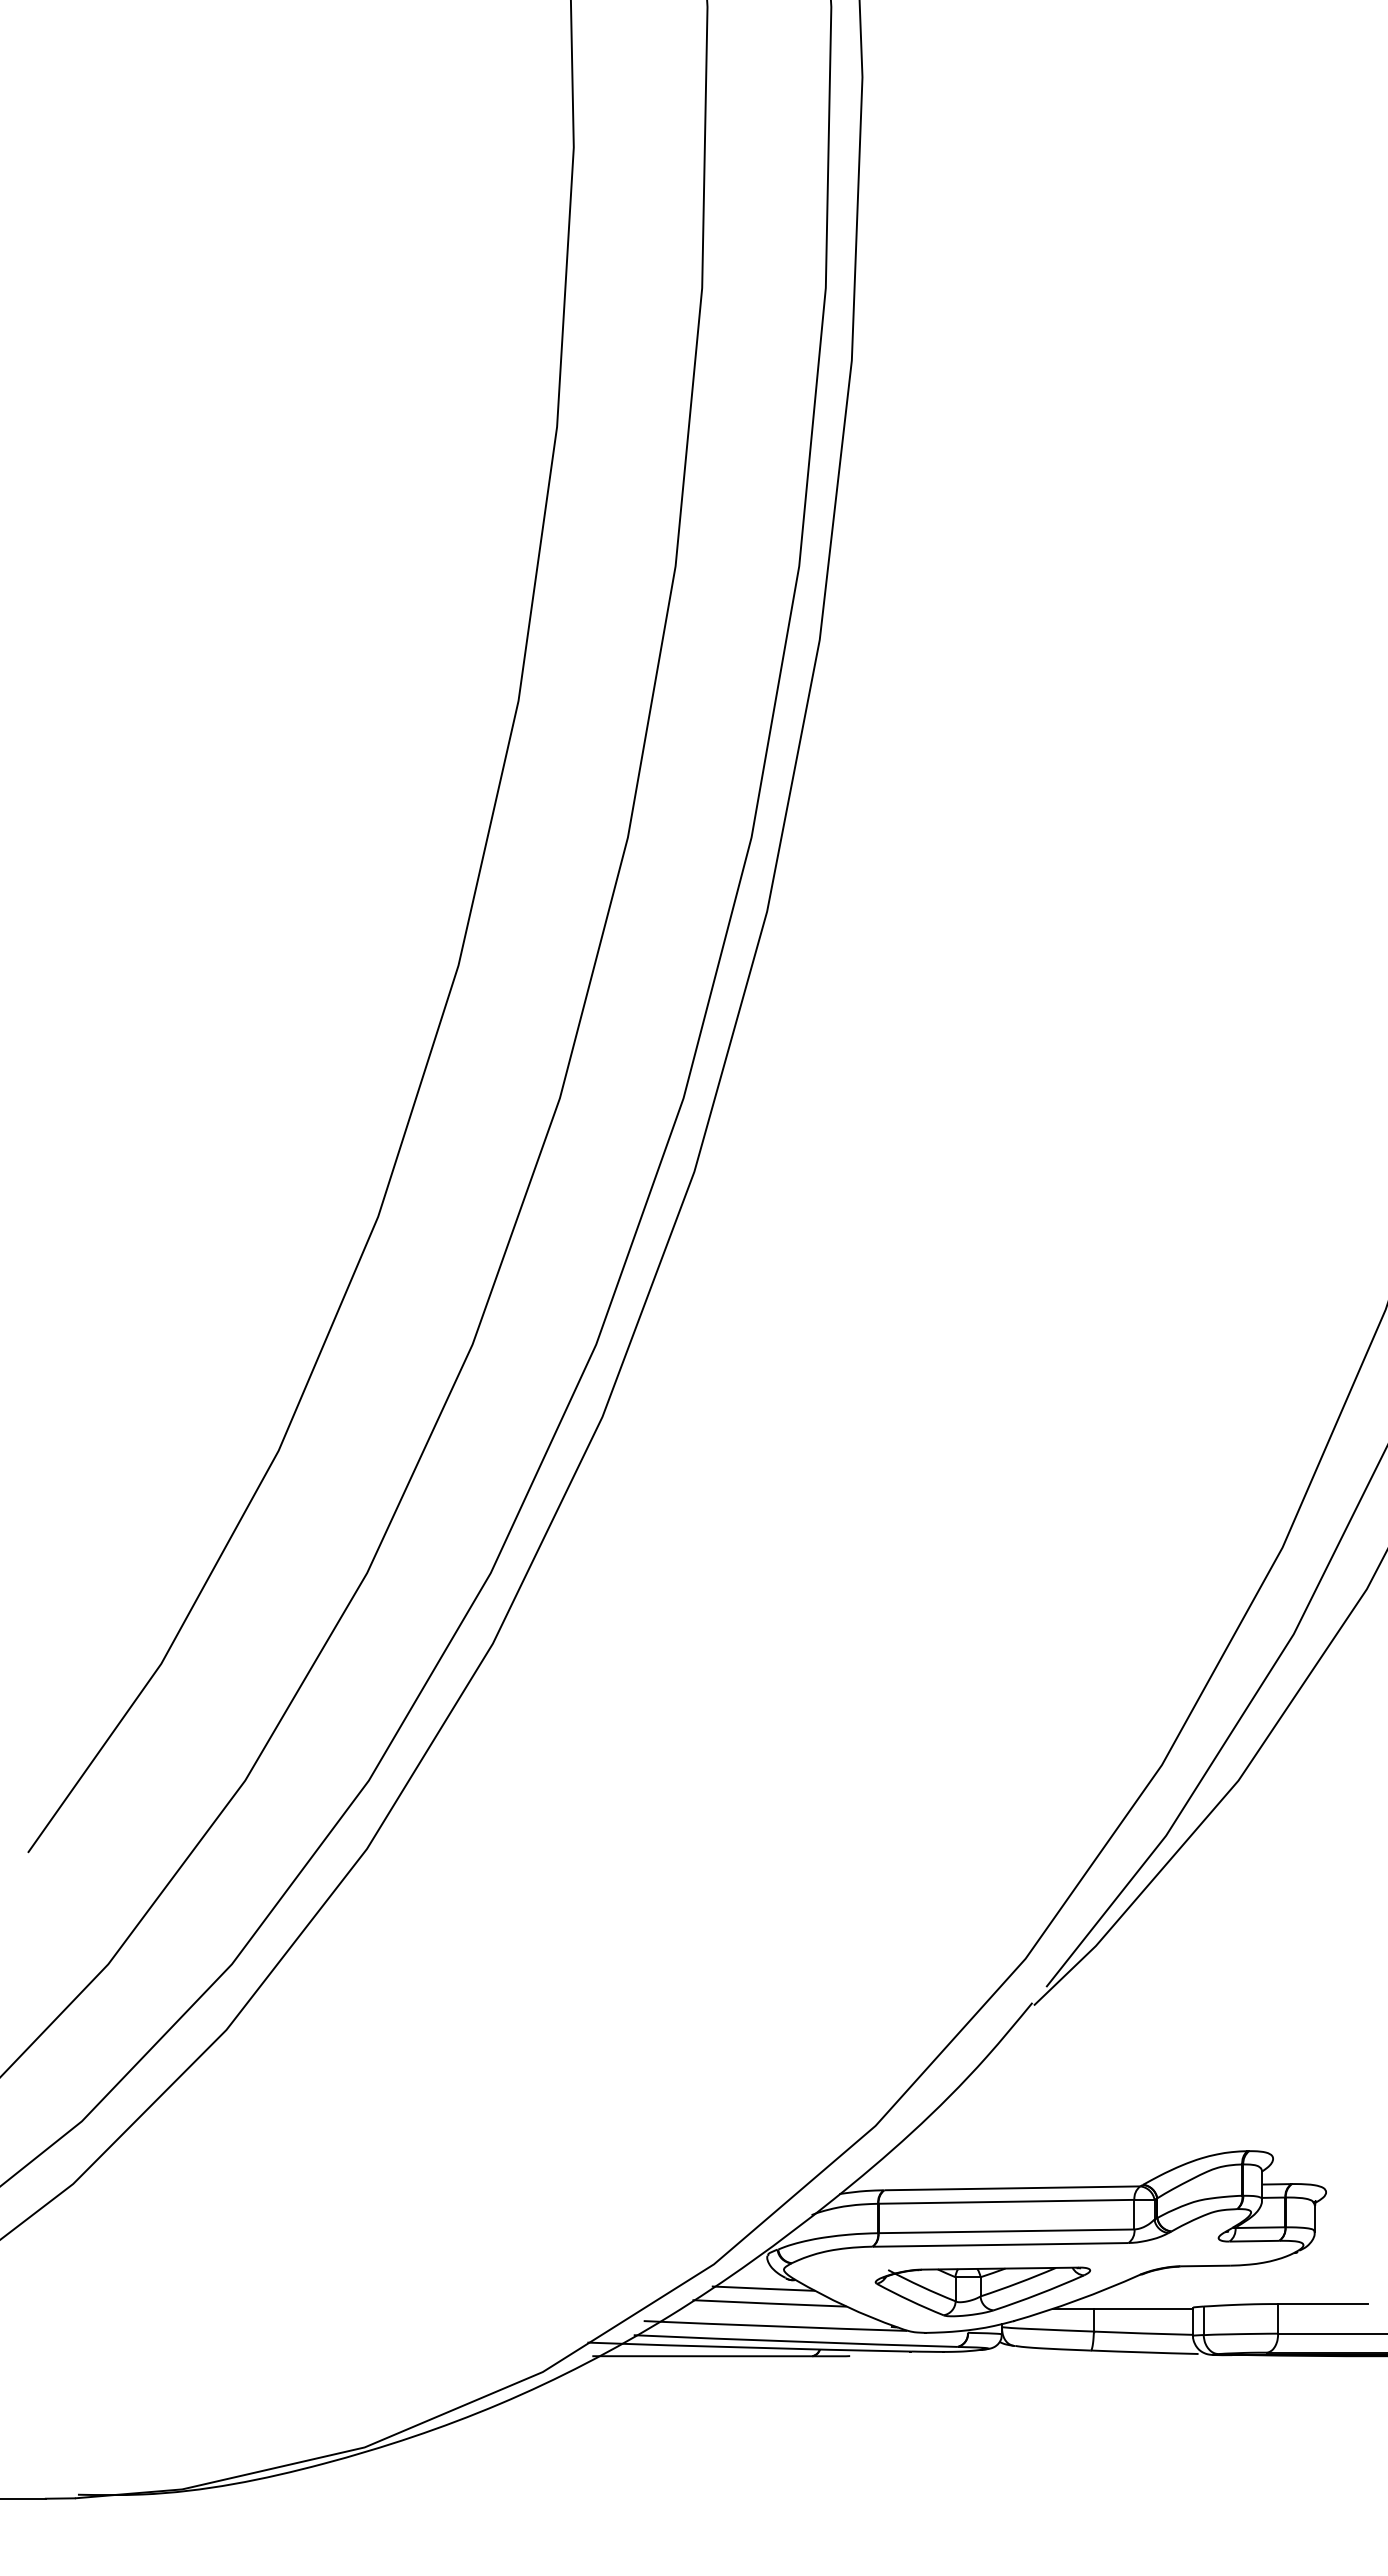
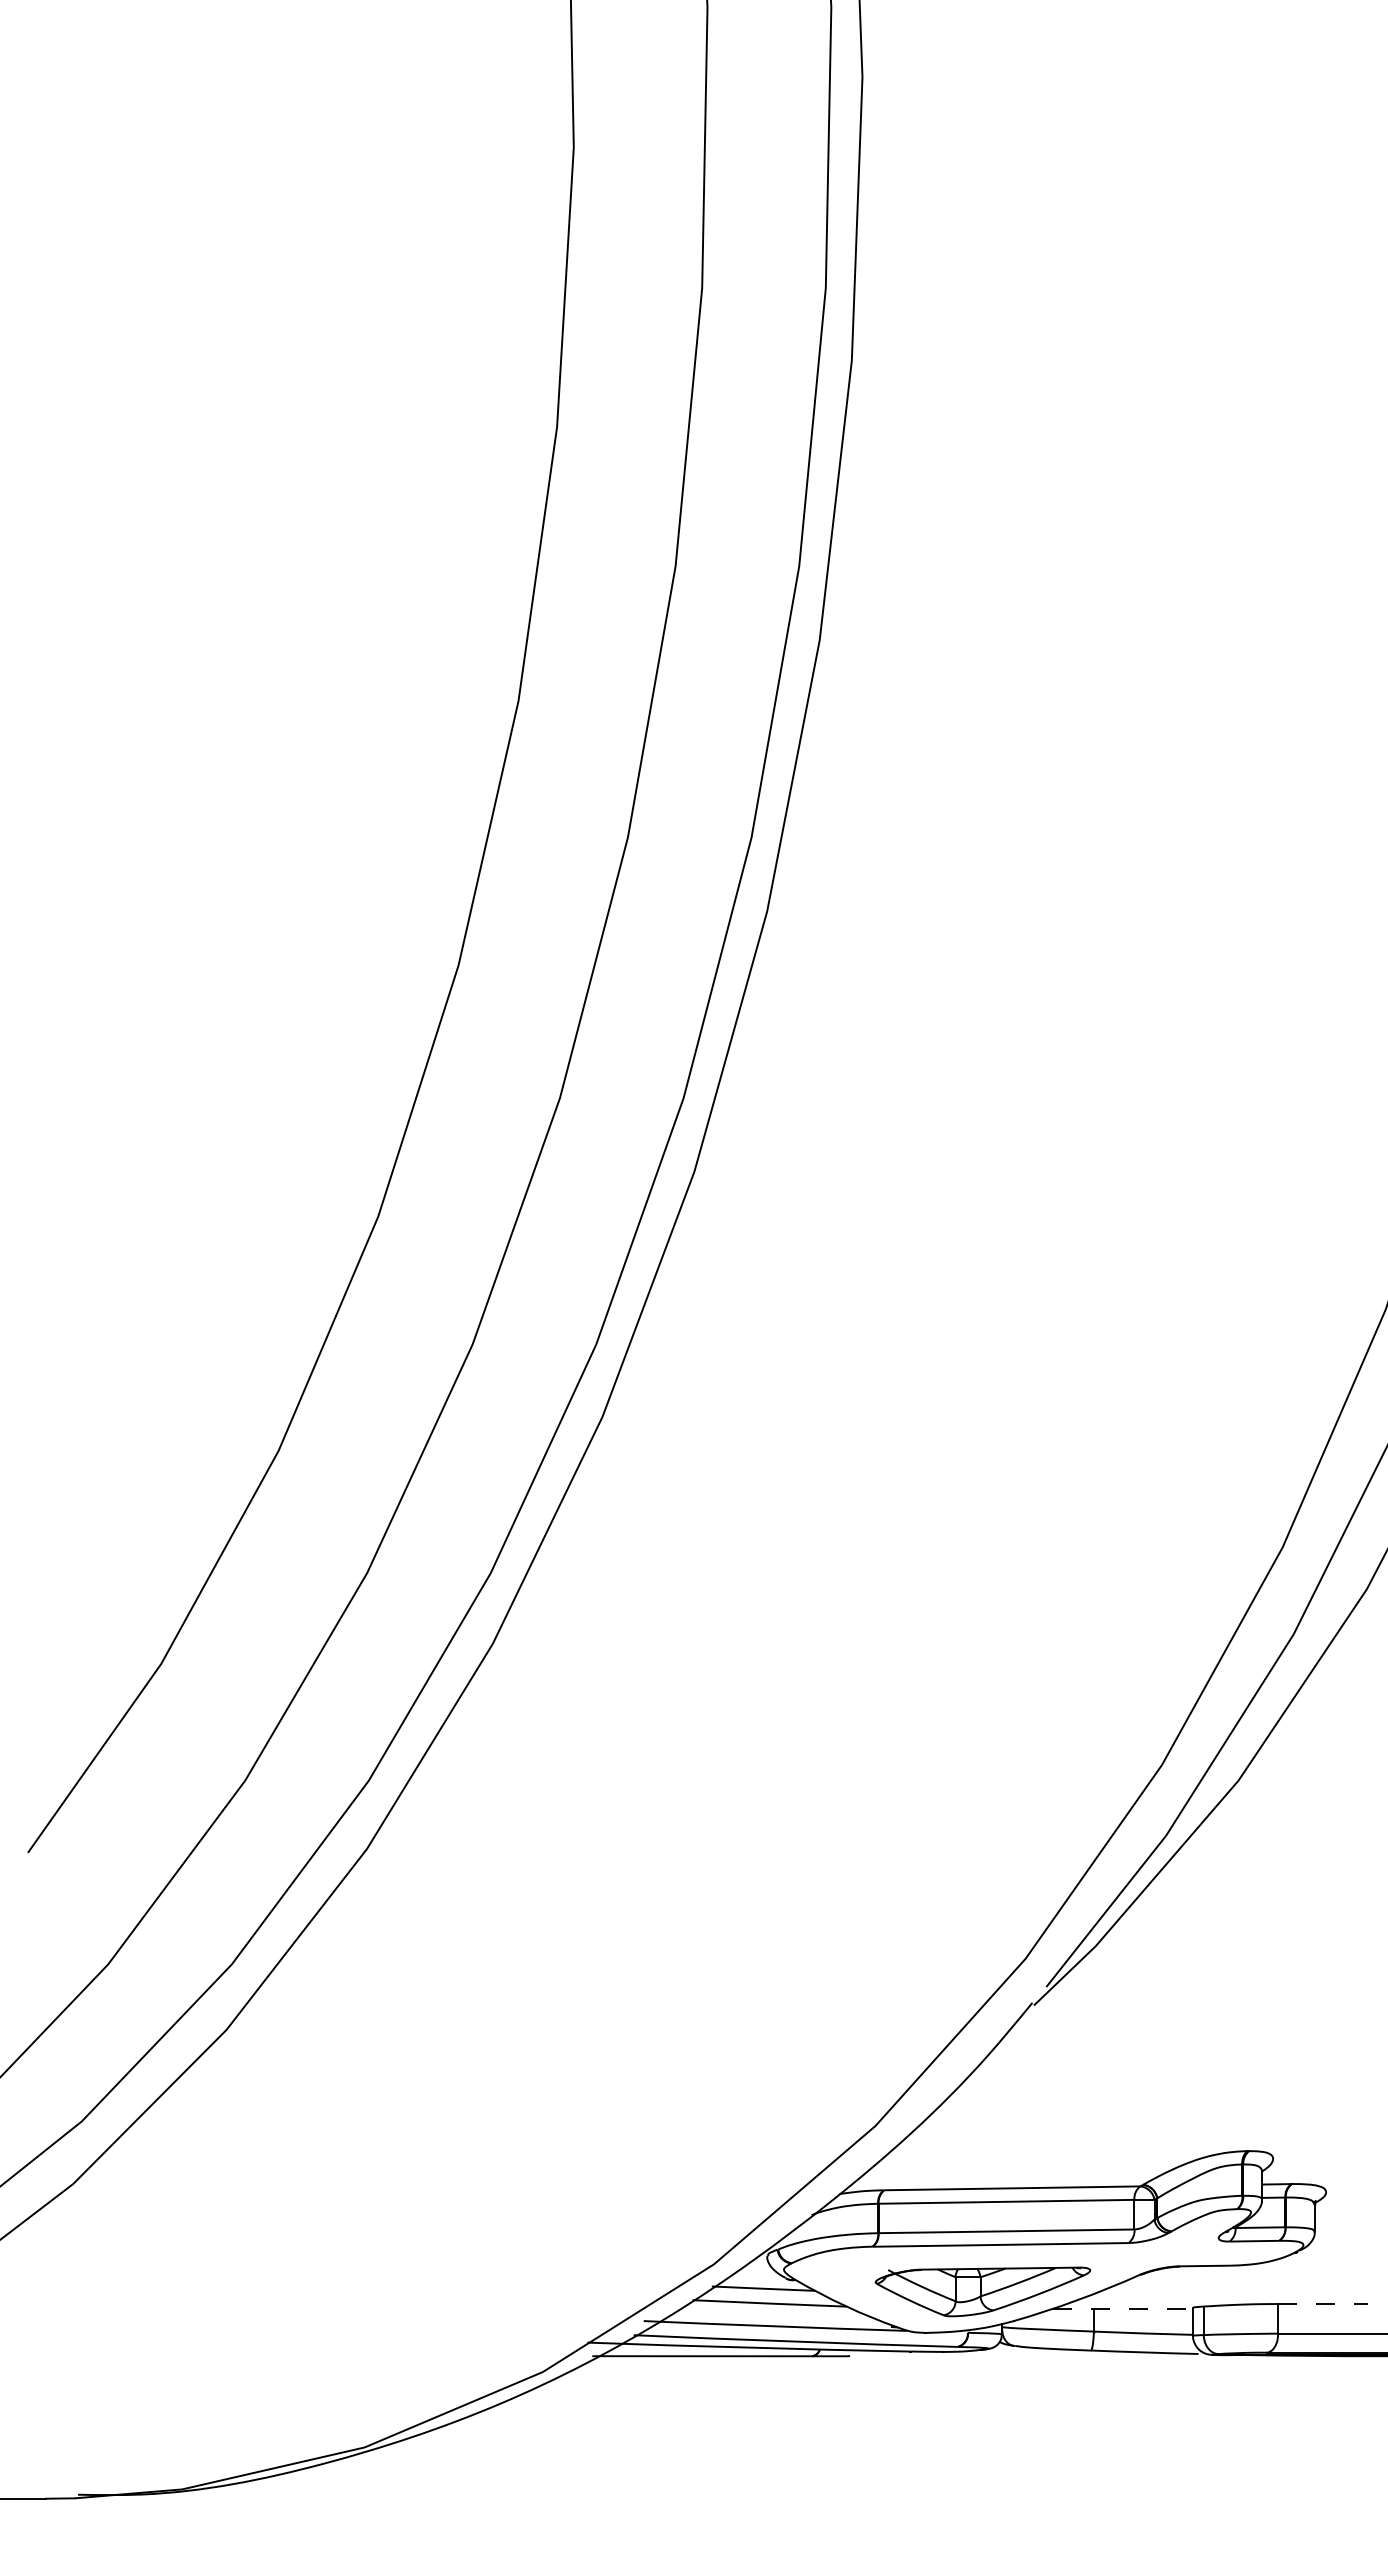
line at (1323, 2304): solid -> dashed
line at (1123, 2308): solid -> dashed
